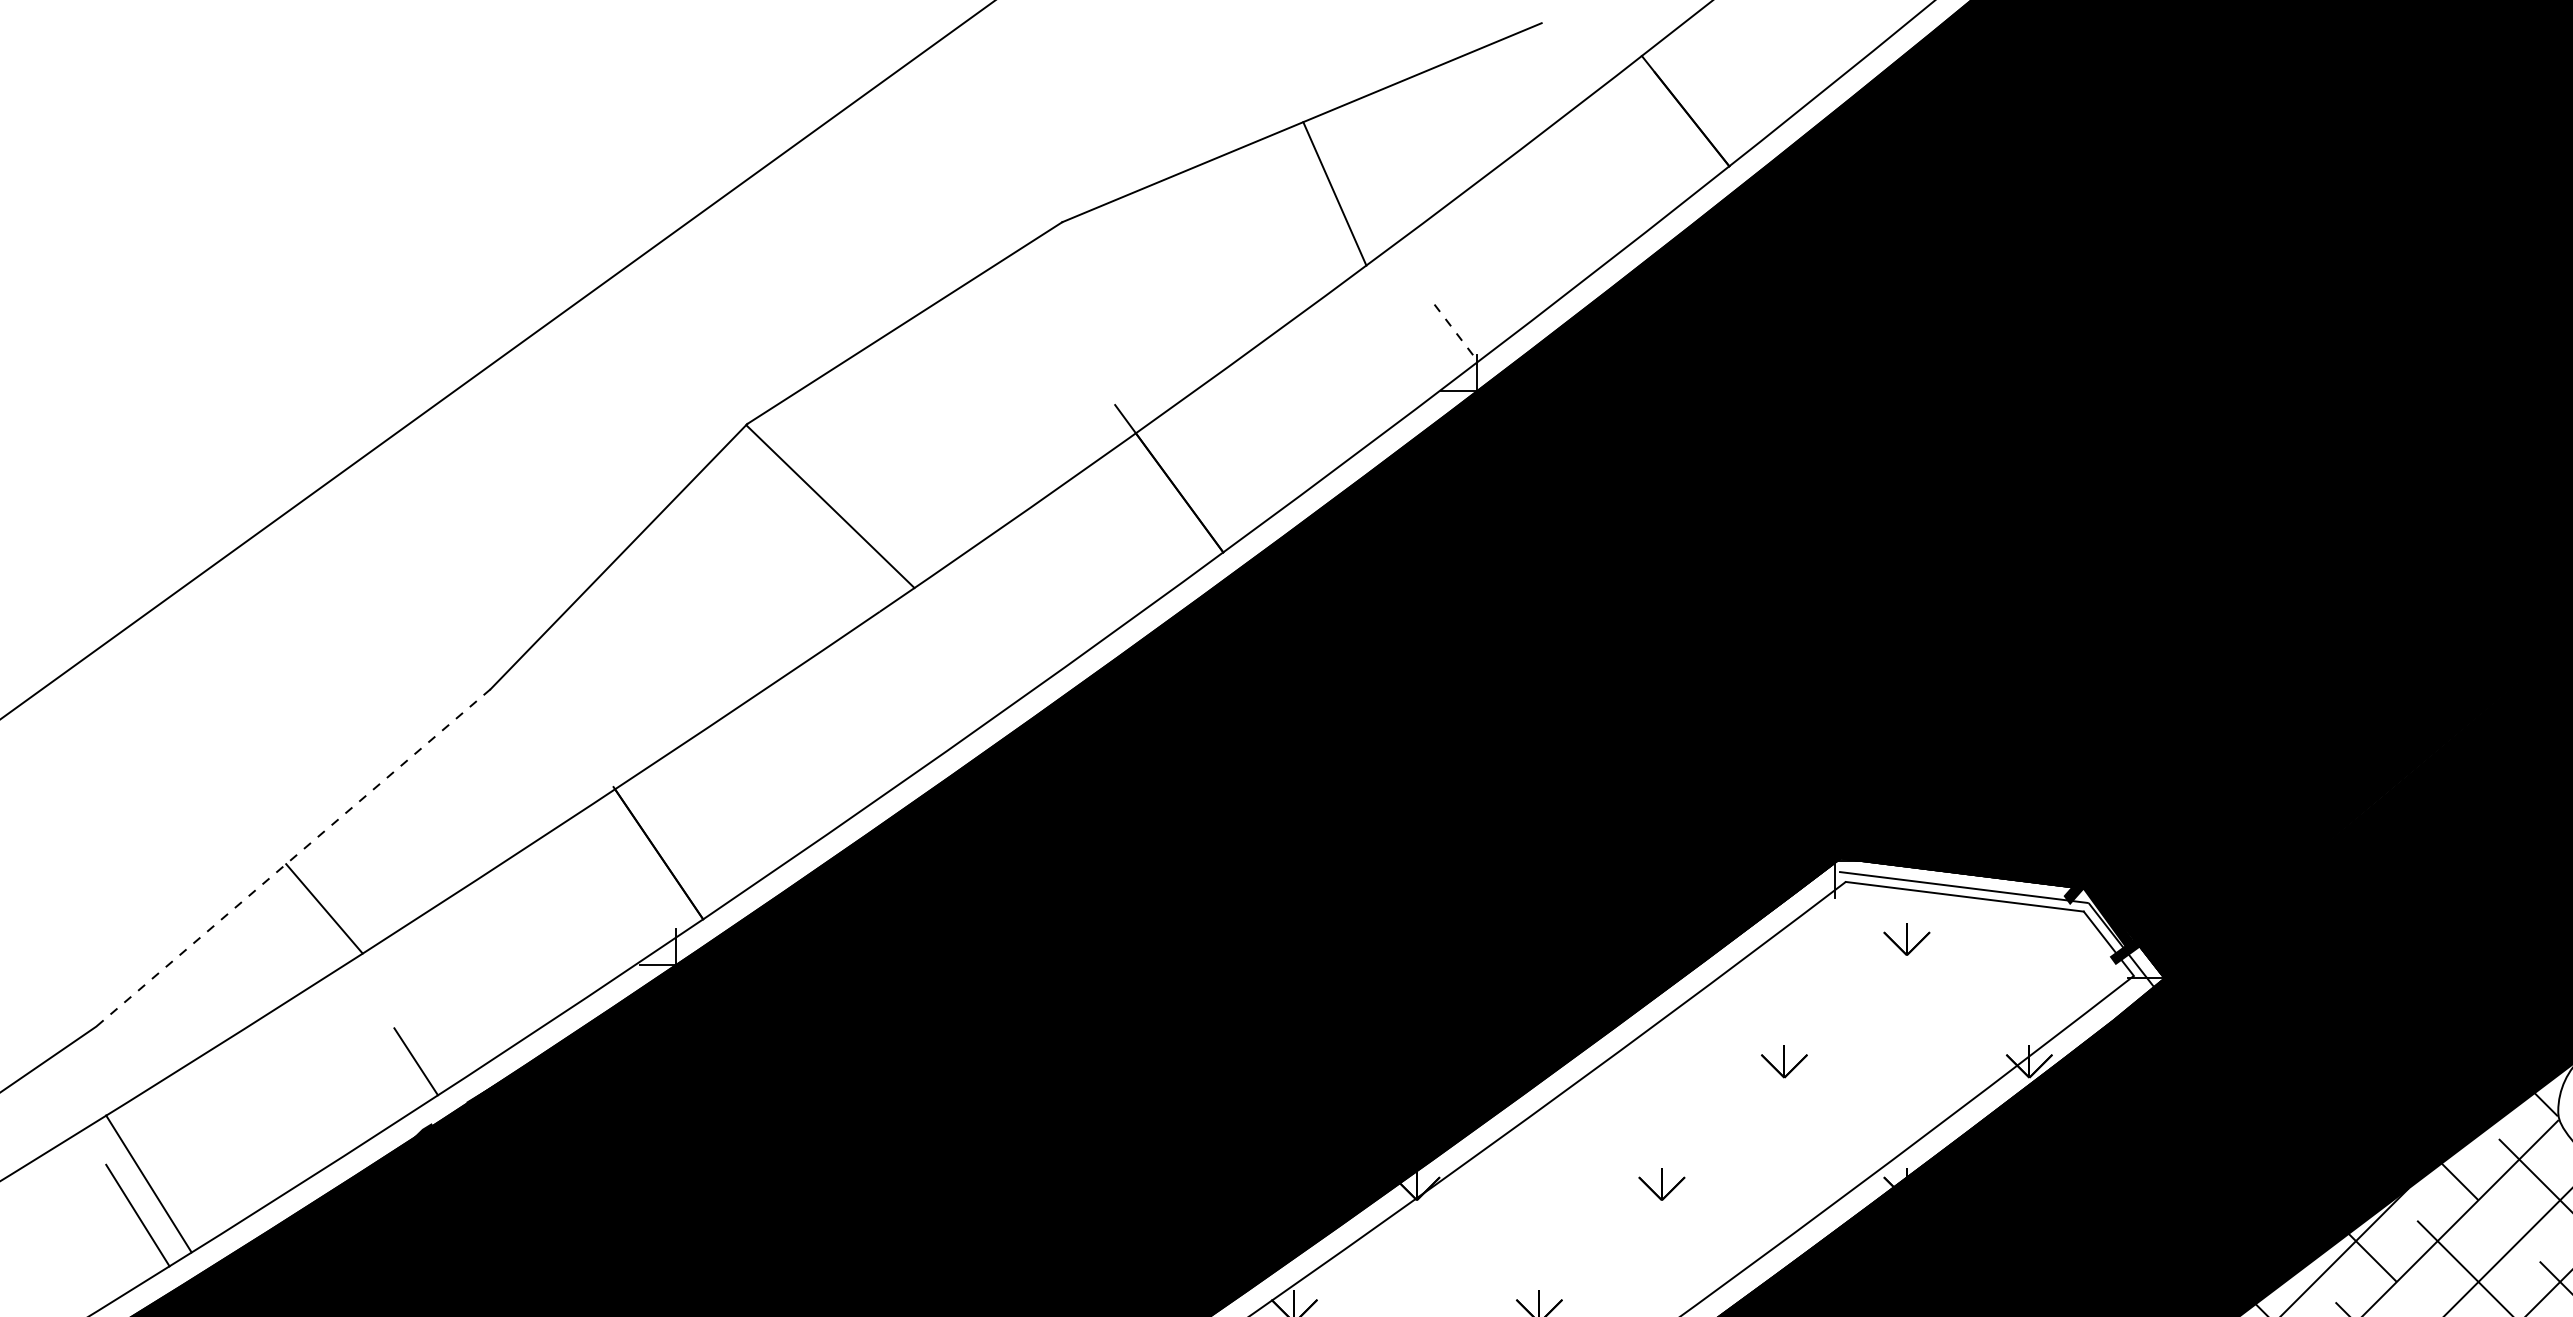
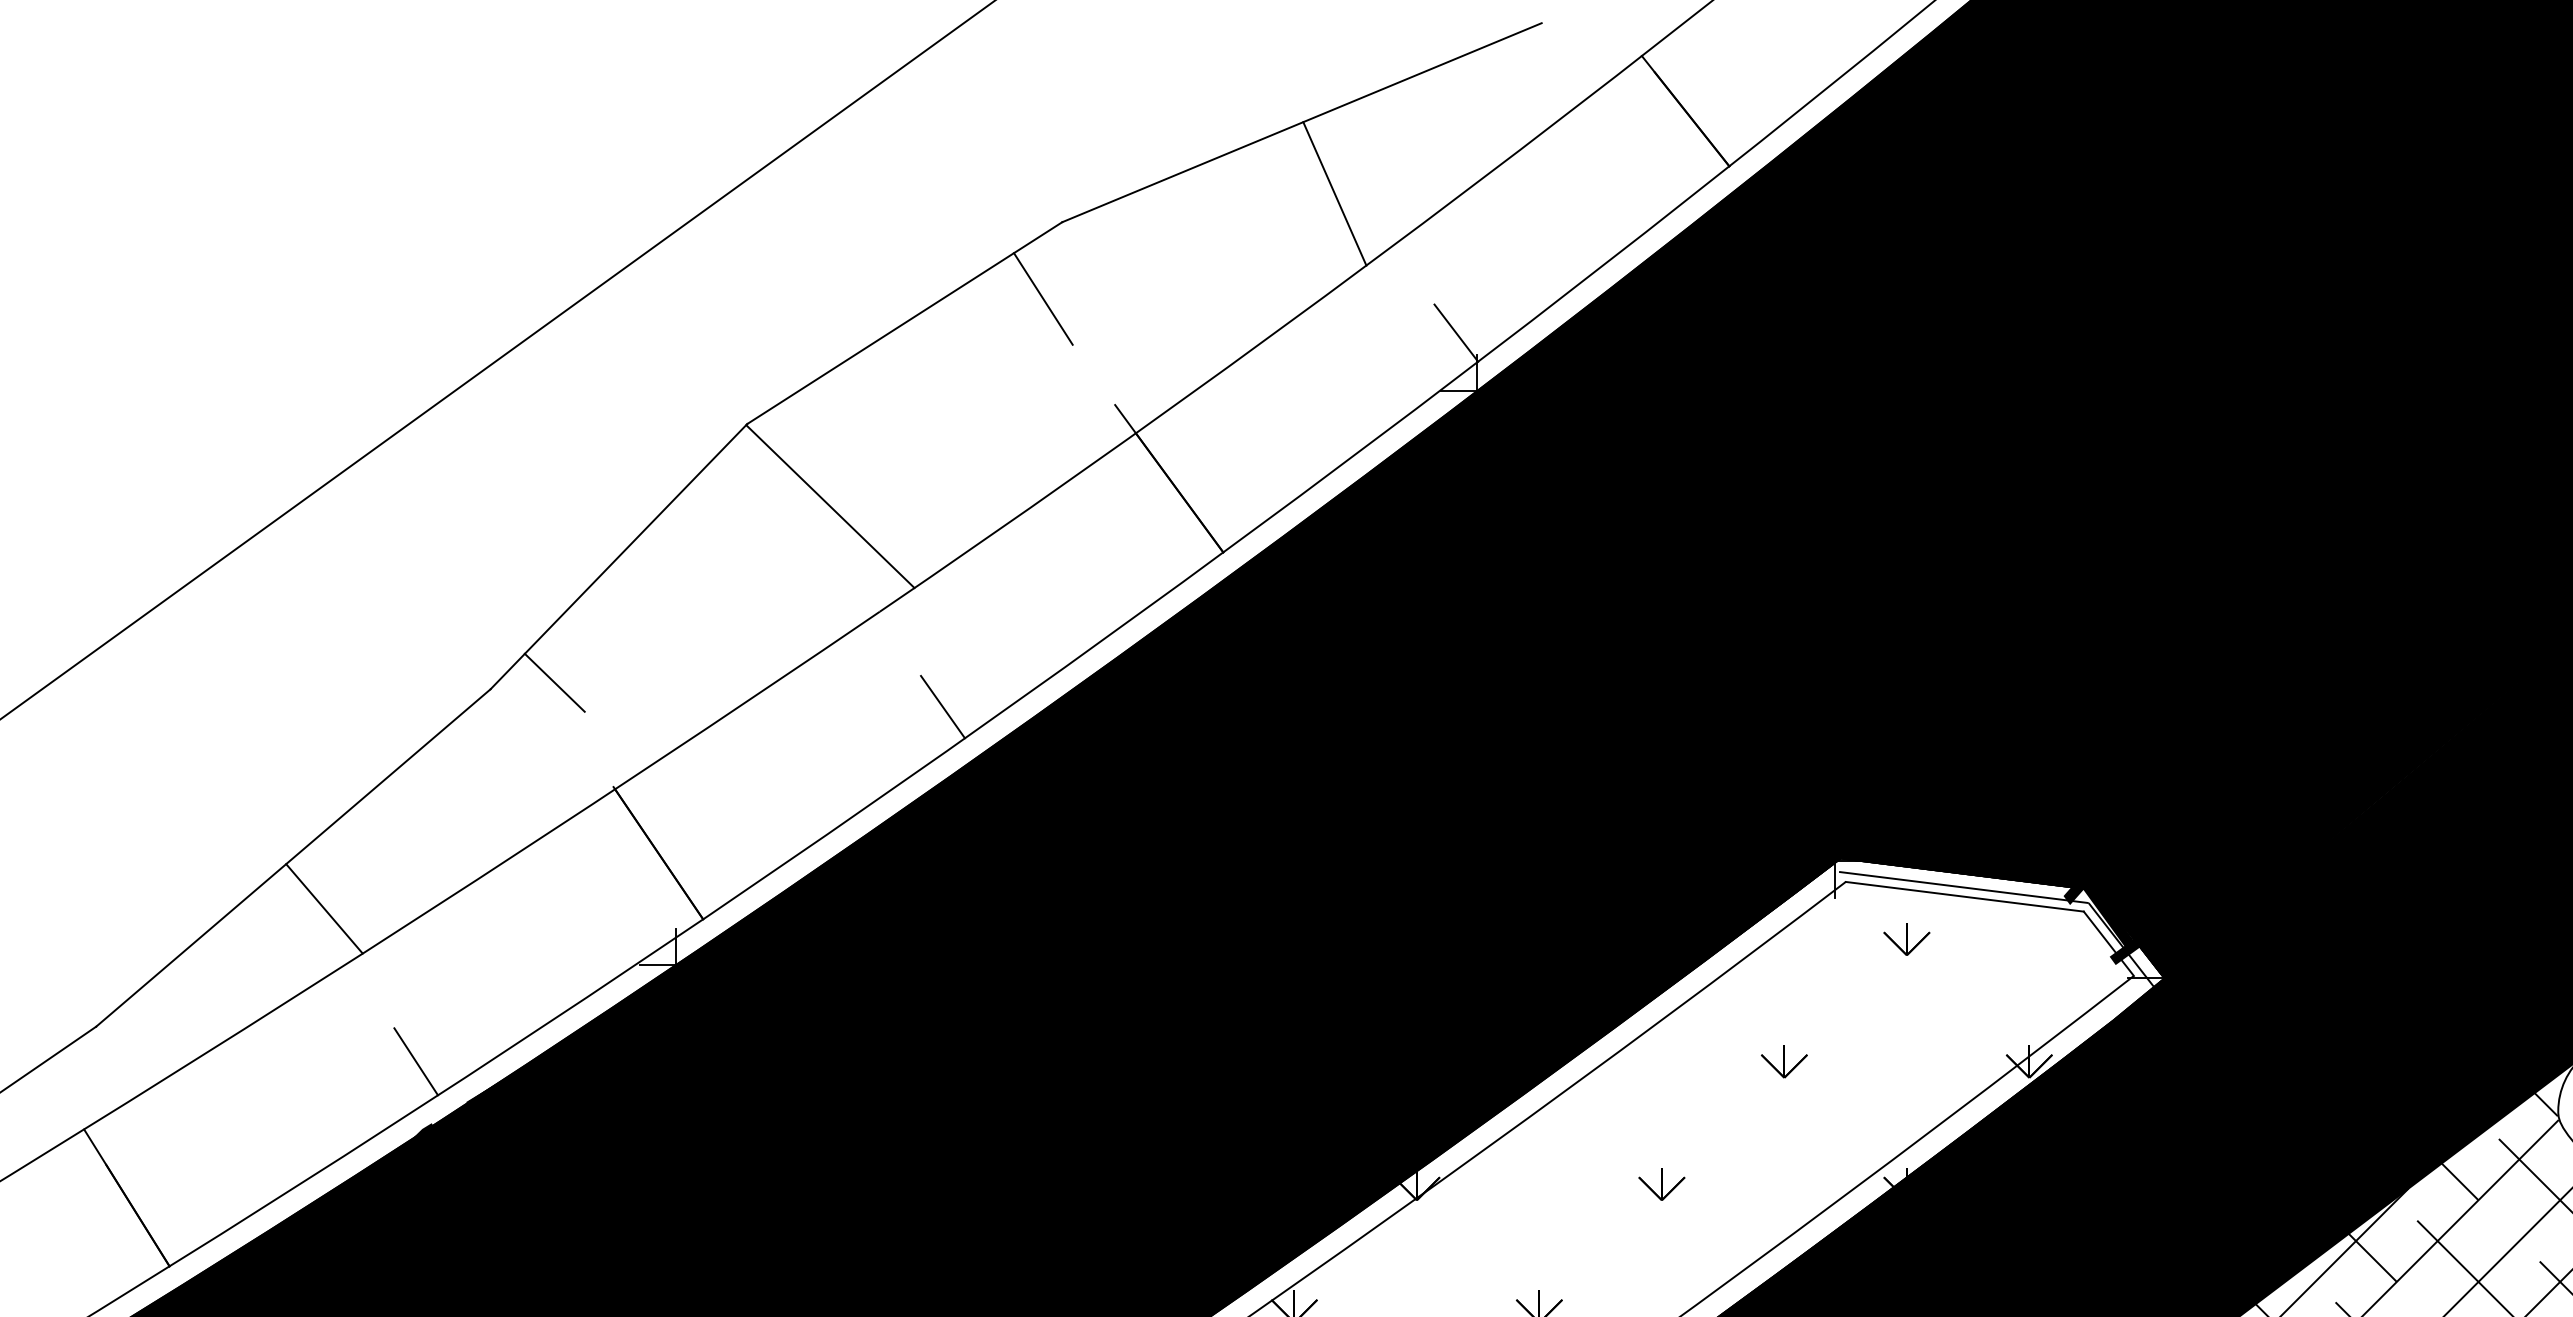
line at (1042, 298): none -> present
line at (1456, 333): dashed -> solid
line at (554, 682): none -> present
line at (942, 706): none -> present
line at (293, 857): dashed -> solid
line at (148, 1183) position: (148, 1183) -> (126, 1197)
